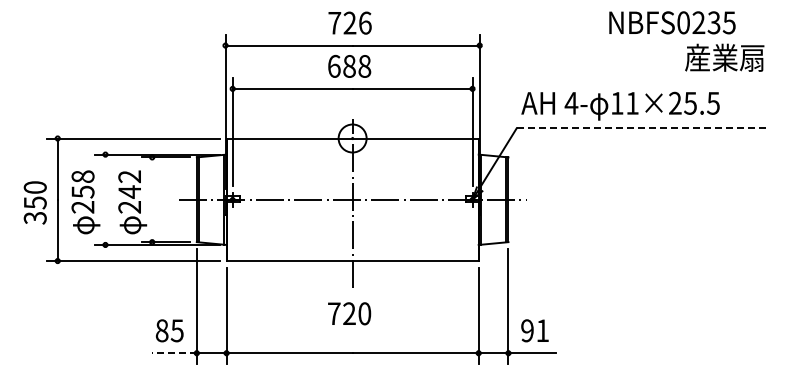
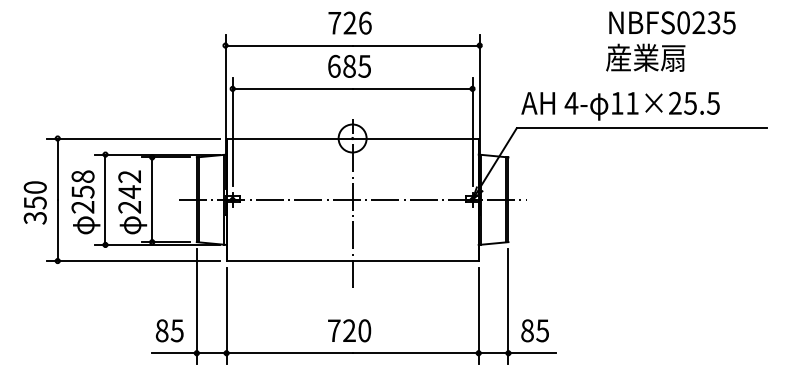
text at (724, 57) position: (724, 57) -> (645, 57)
text at (364, 66): 688 -> 685
line at (642, 128): dashed -> solid
line at (105, 199): none -> present
line at (152, 199): none -> present
text at (349, 313) position: (349, 313) -> (349, 330)
text at (534, 330): 91 -> 85
line at (174, 353): dashed -> solid
